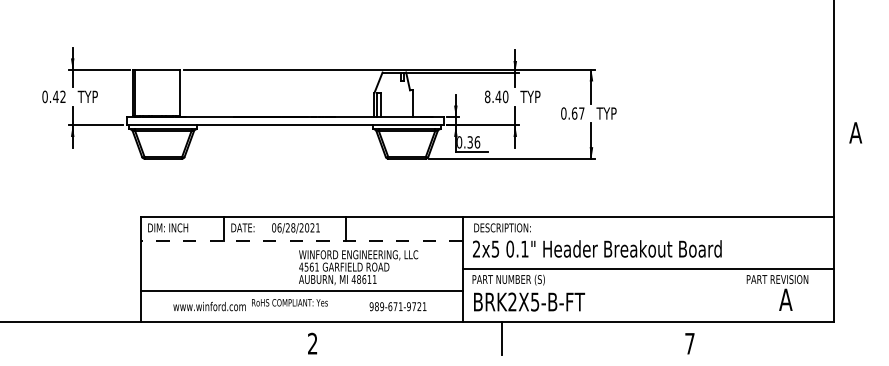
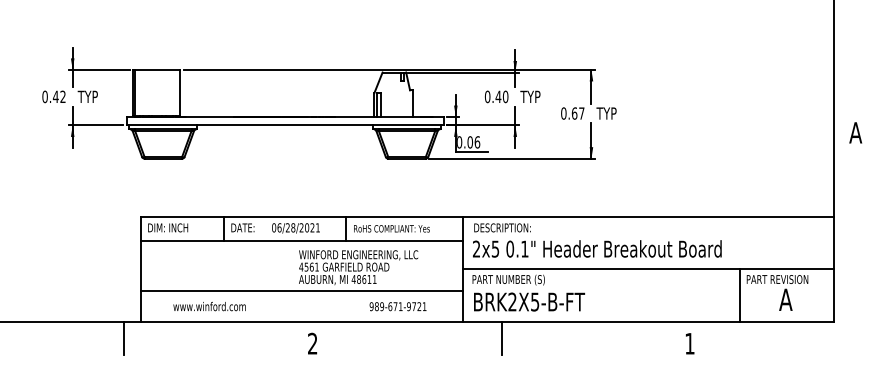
text at (487, 96): 8.40 -> 0.40
text at (470, 142): 0.36 -> 0.06
line at (302, 240): dashed -> solid
line at (740, 295): none -> present
text at (289, 302) position: (289, 302) -> (391, 228)
line at (124, 338): none -> present
text at (689, 343): 7 -> 1
